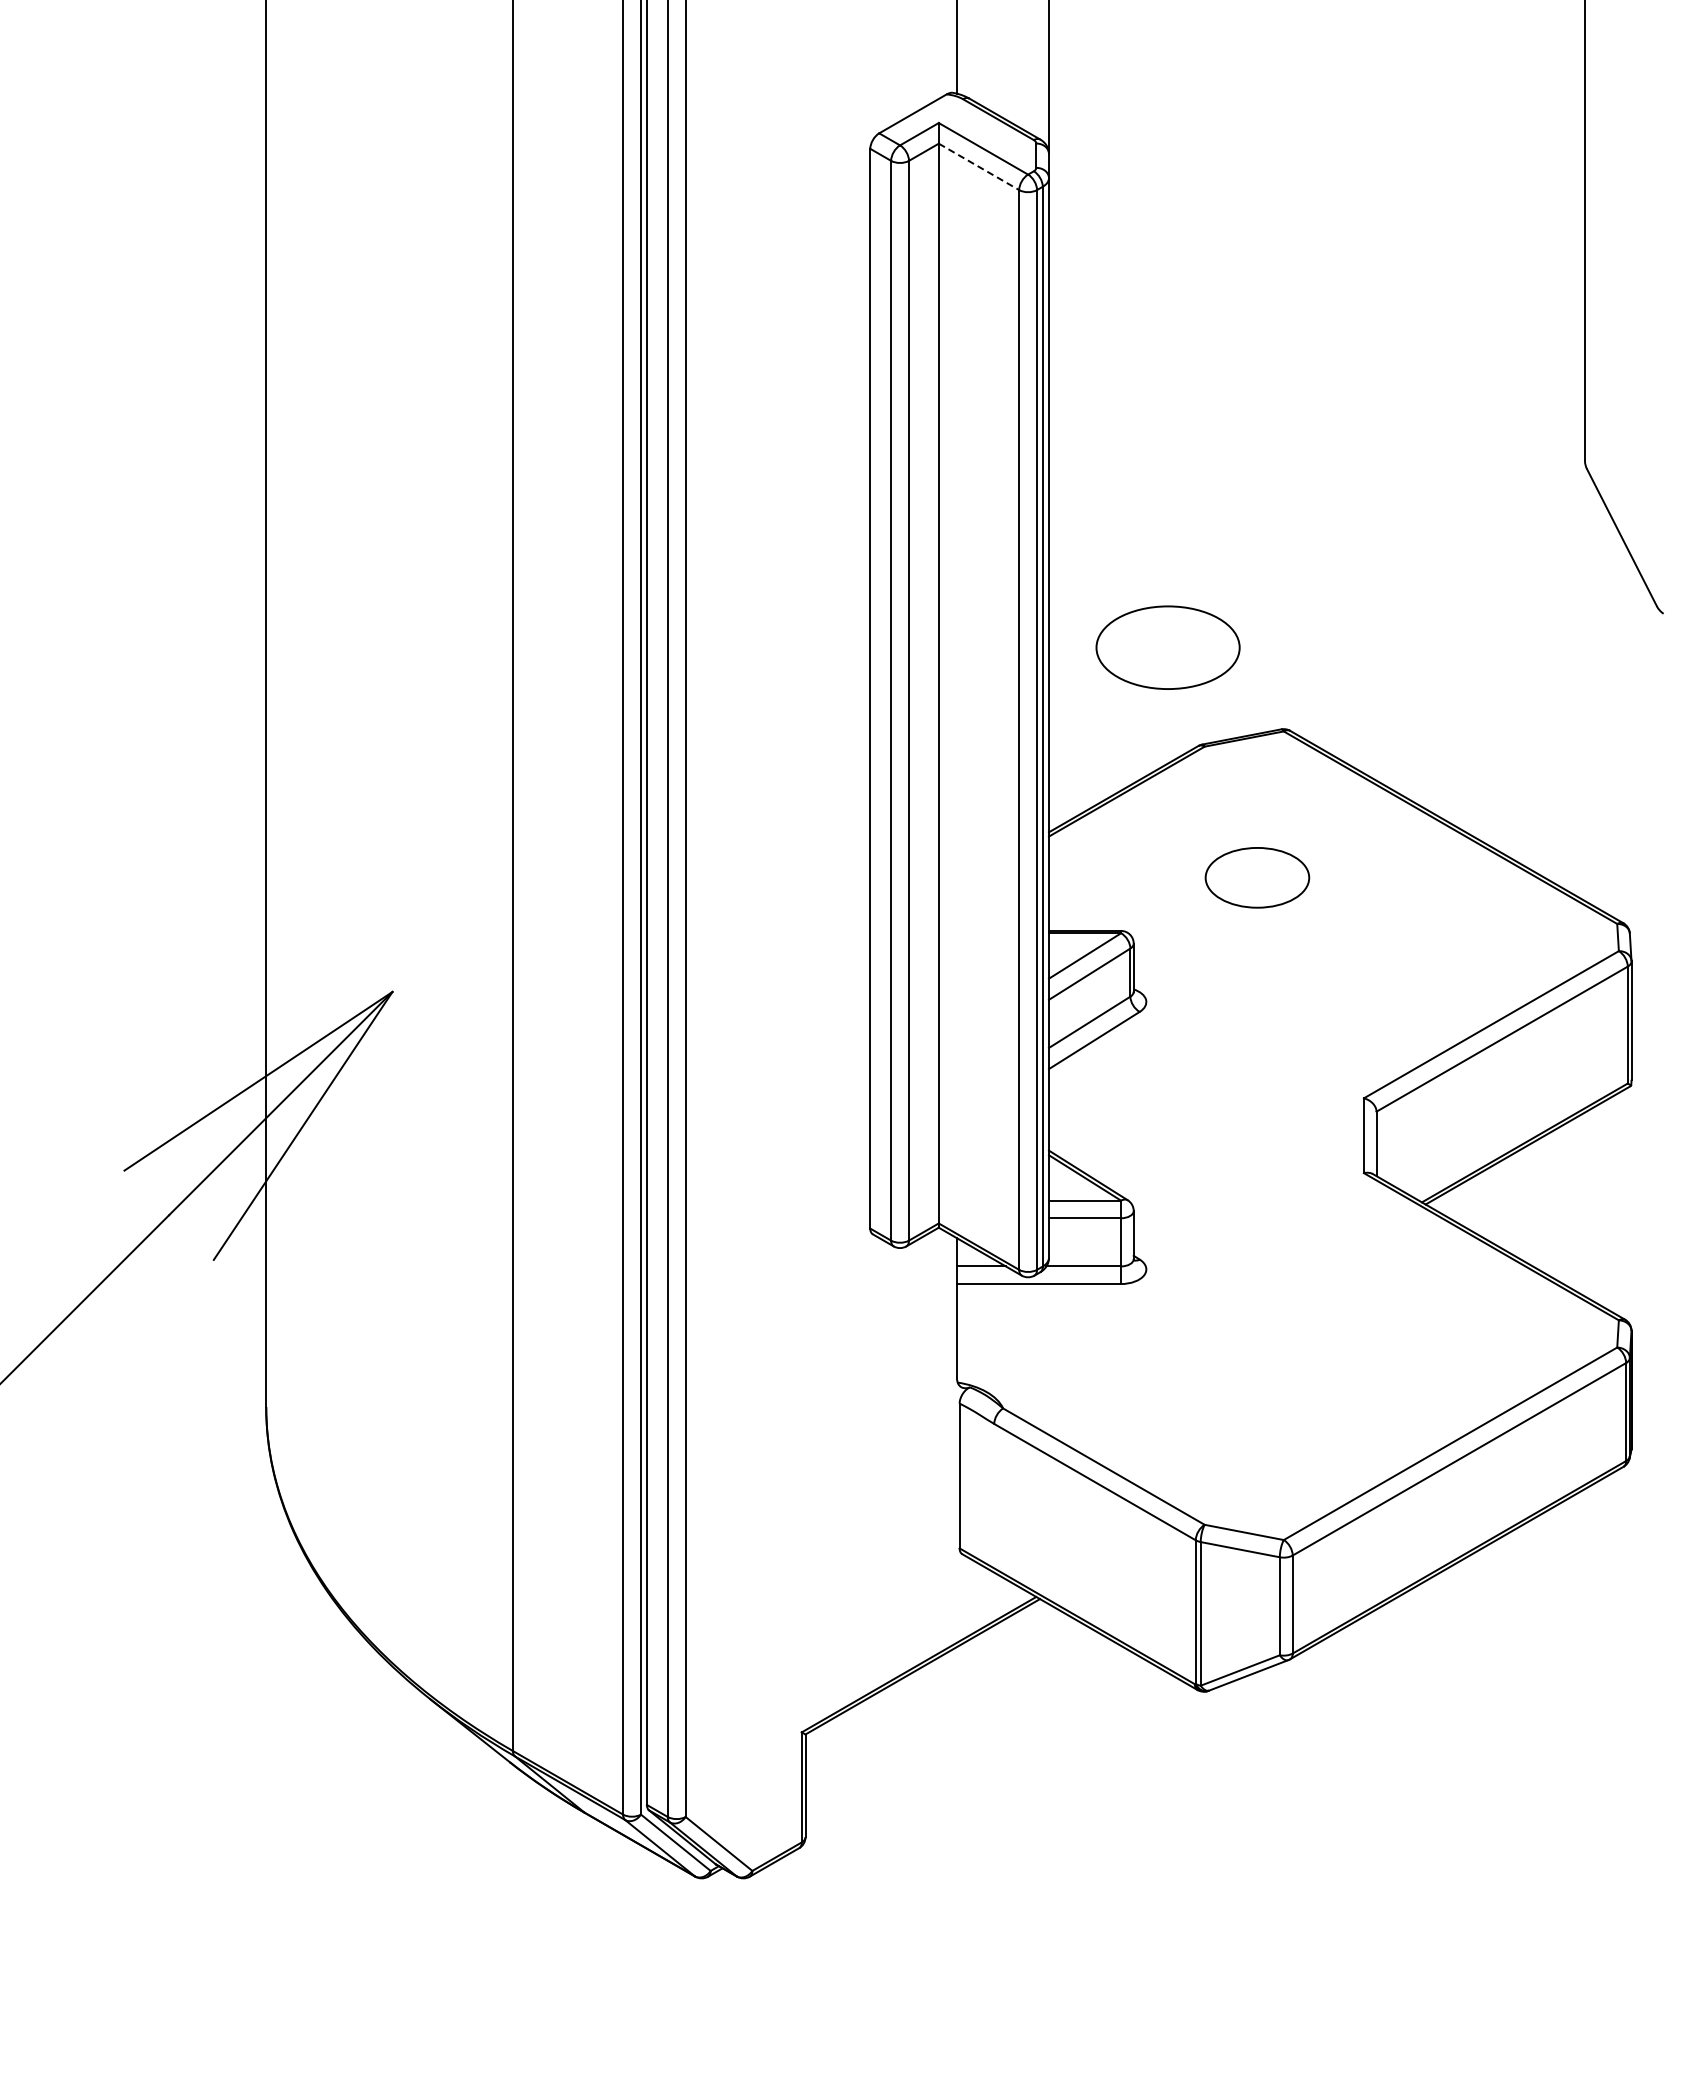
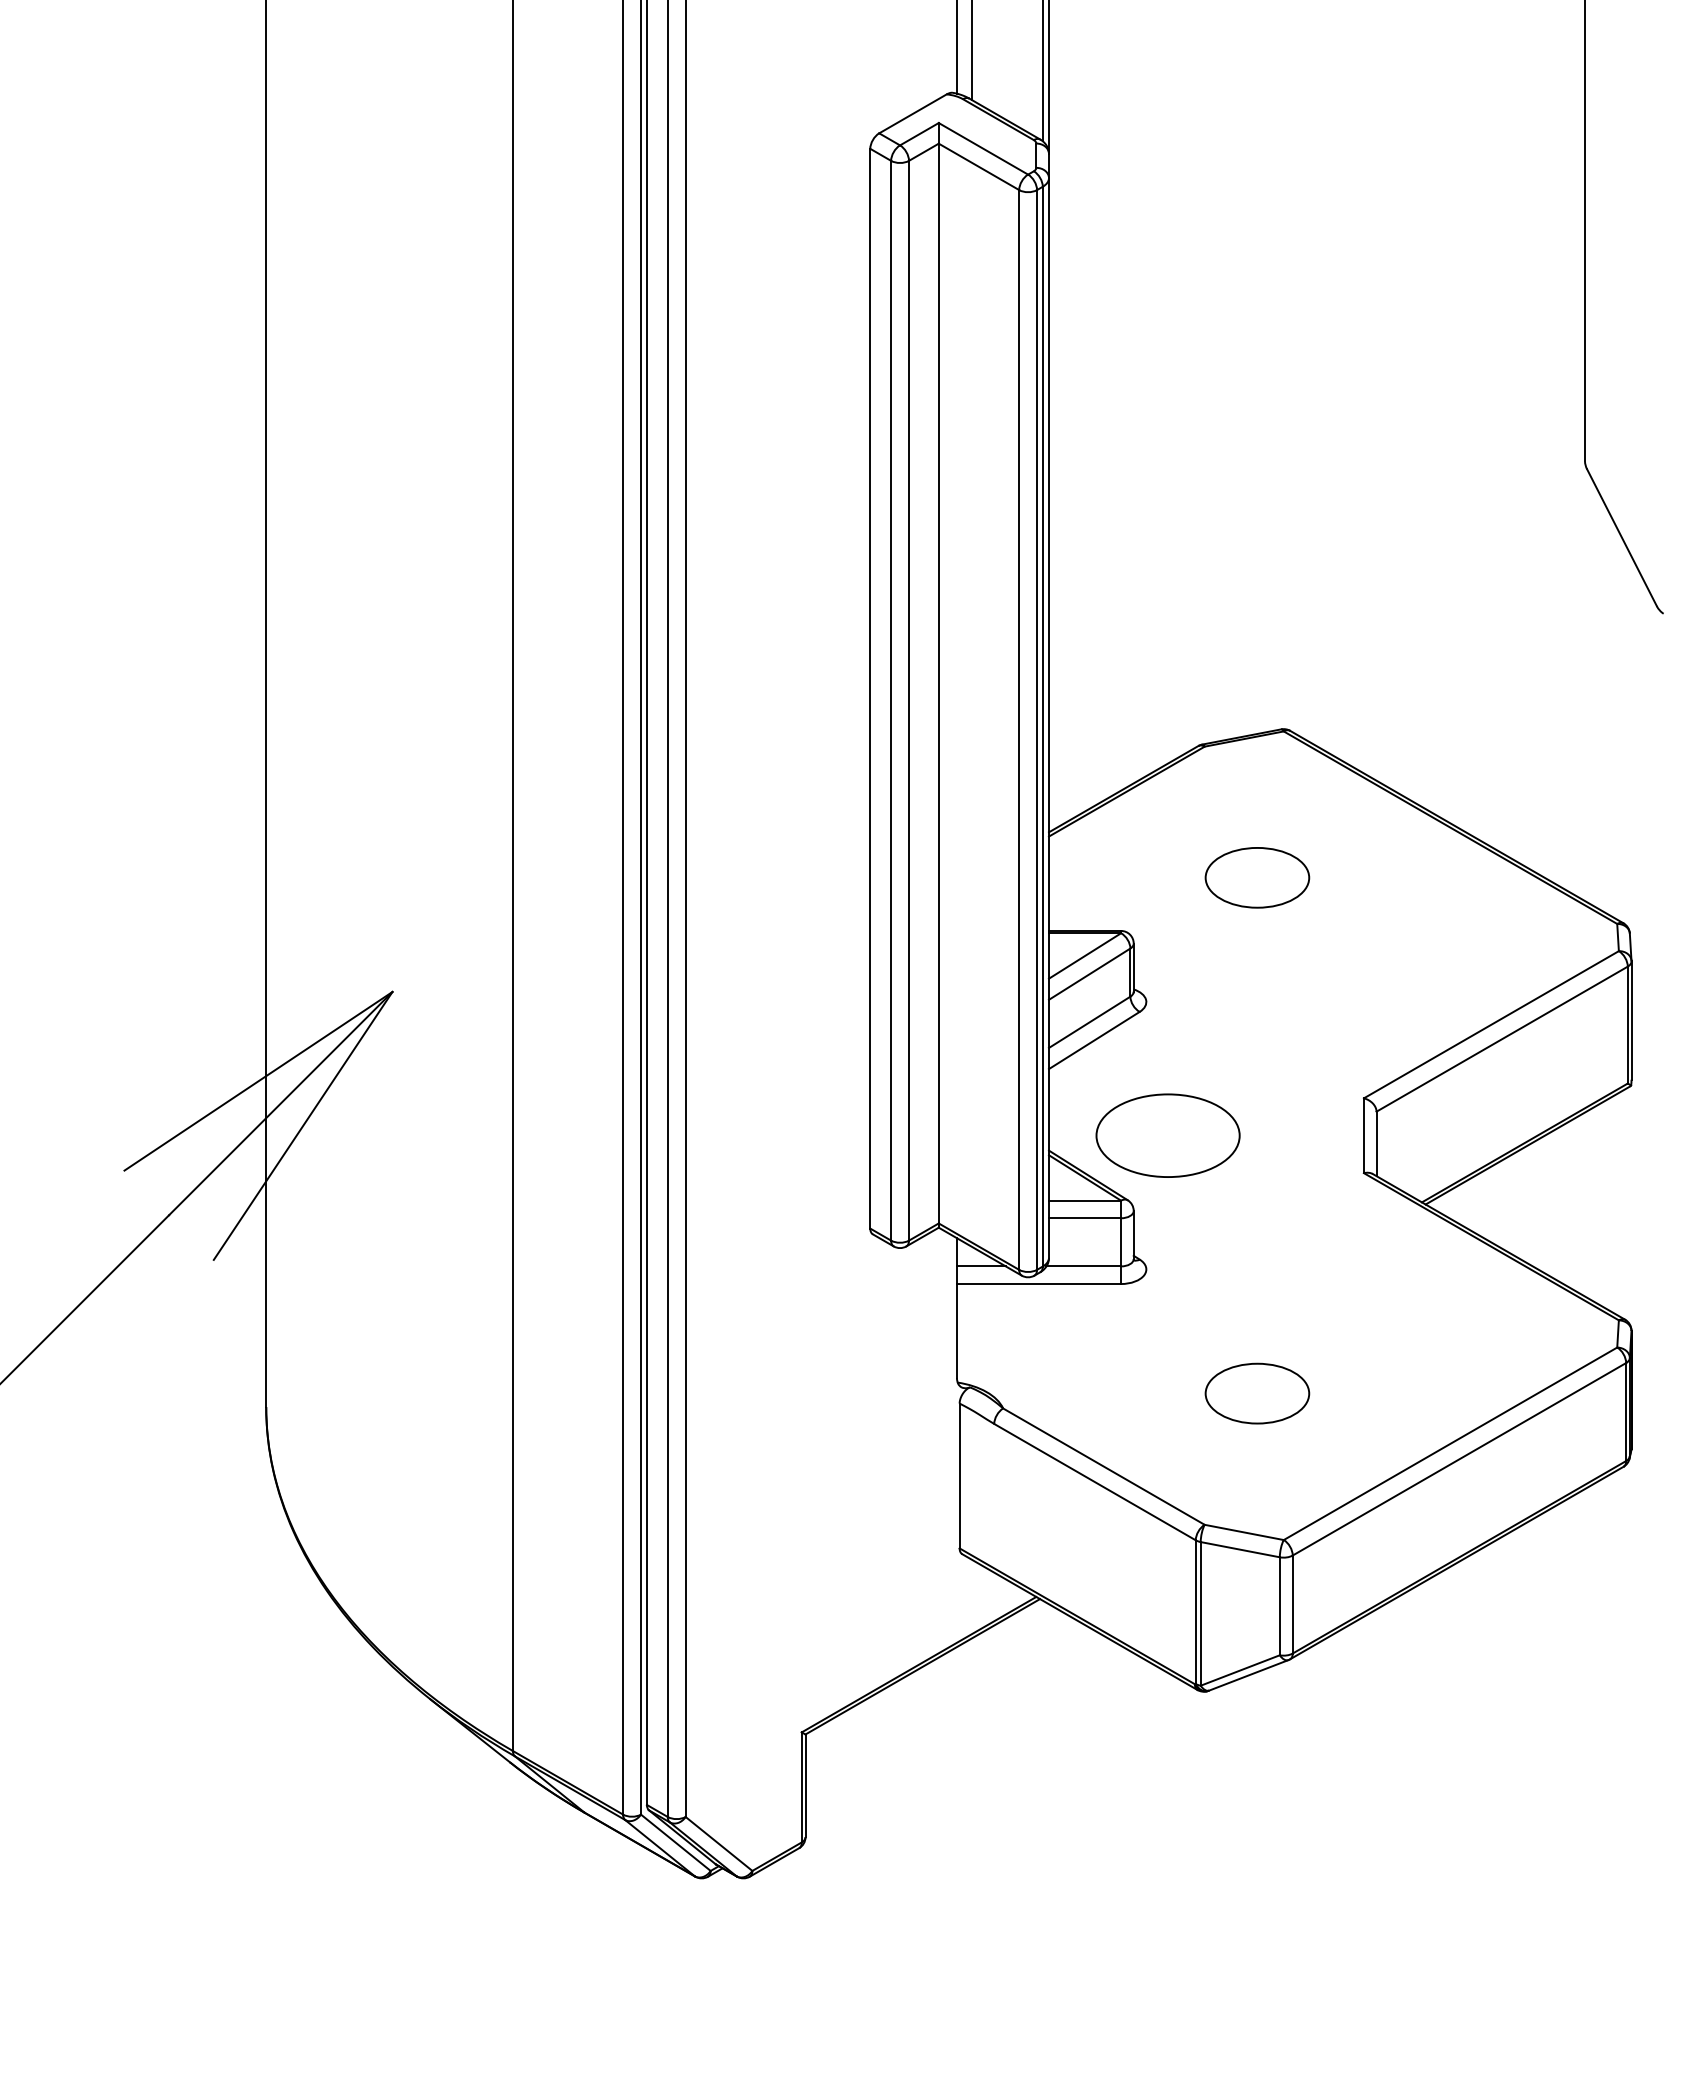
line at (971, 51): none -> present
line at (1042, 71): none -> present
line at (979, 167): dashed -> solid
part at (1167, 647) position: (1167, 647) -> (1167, 1135)
part at (1257, 1393): none -> present
